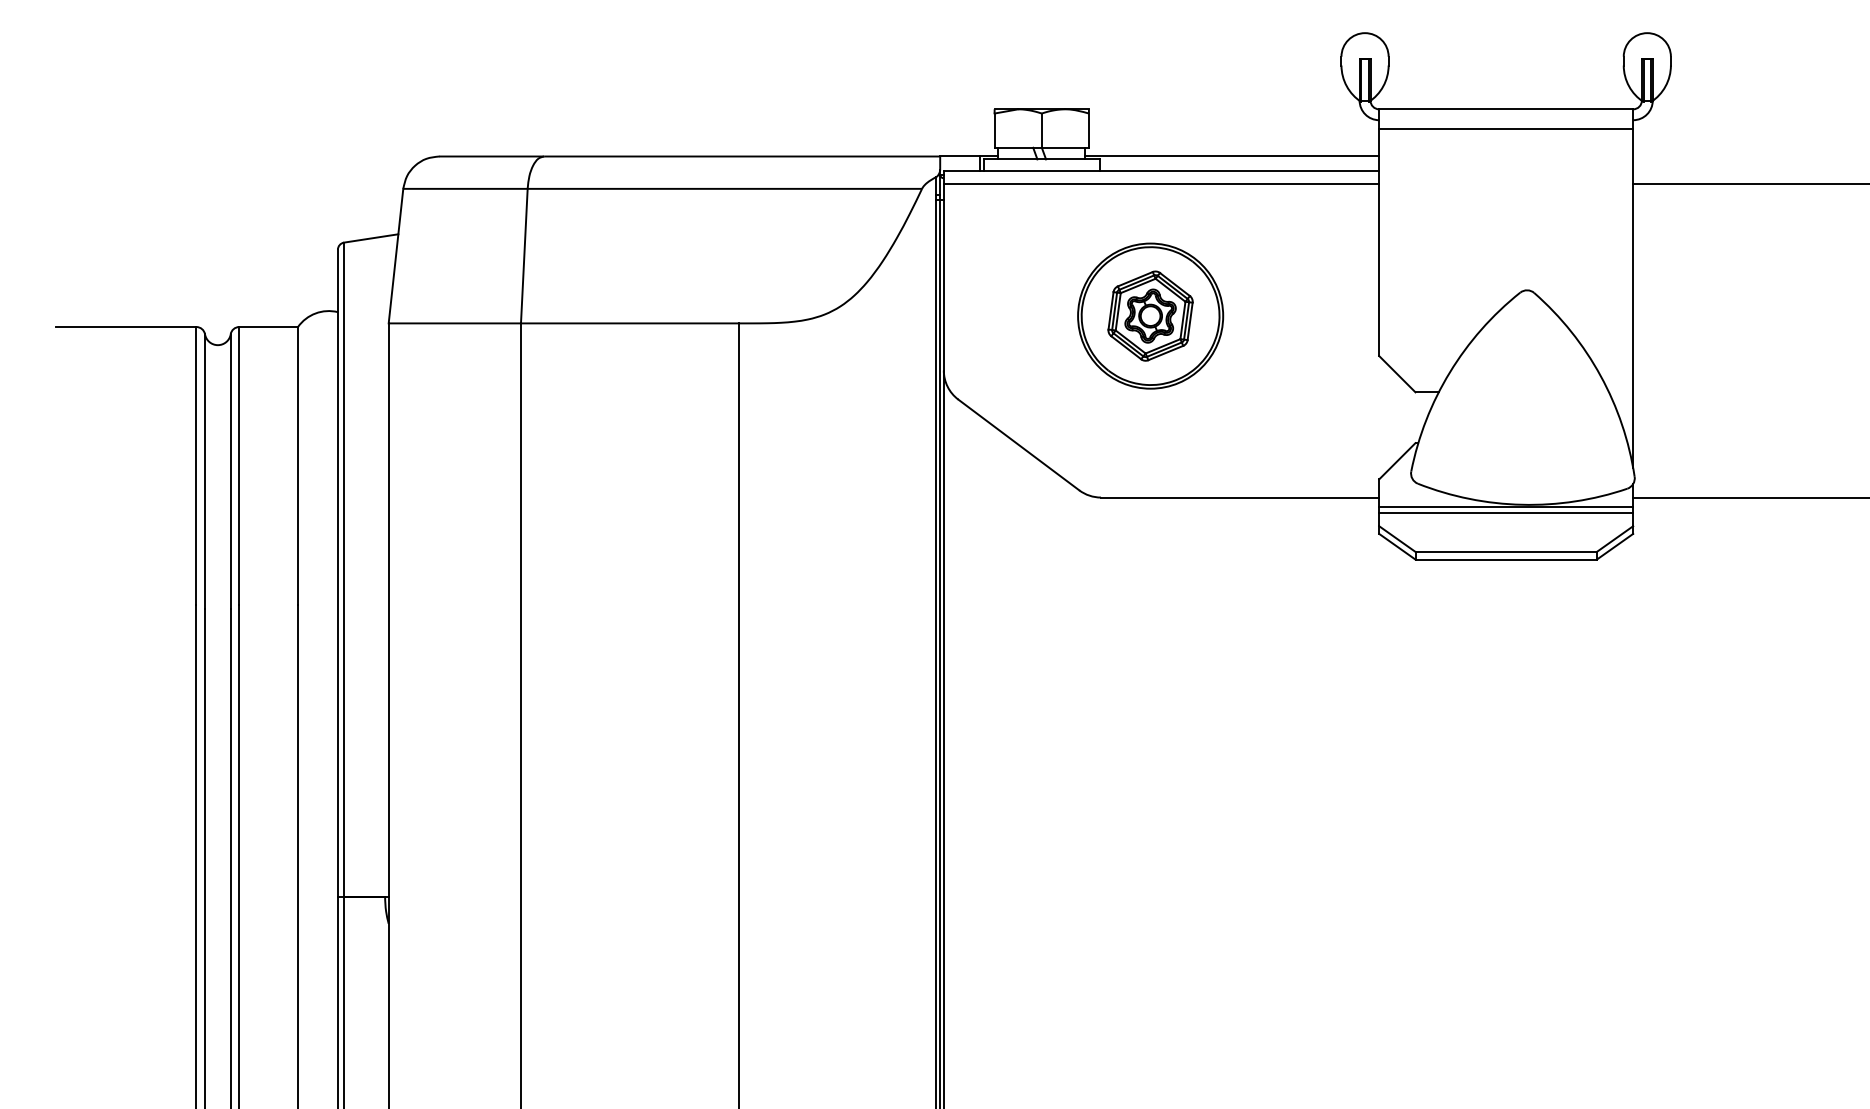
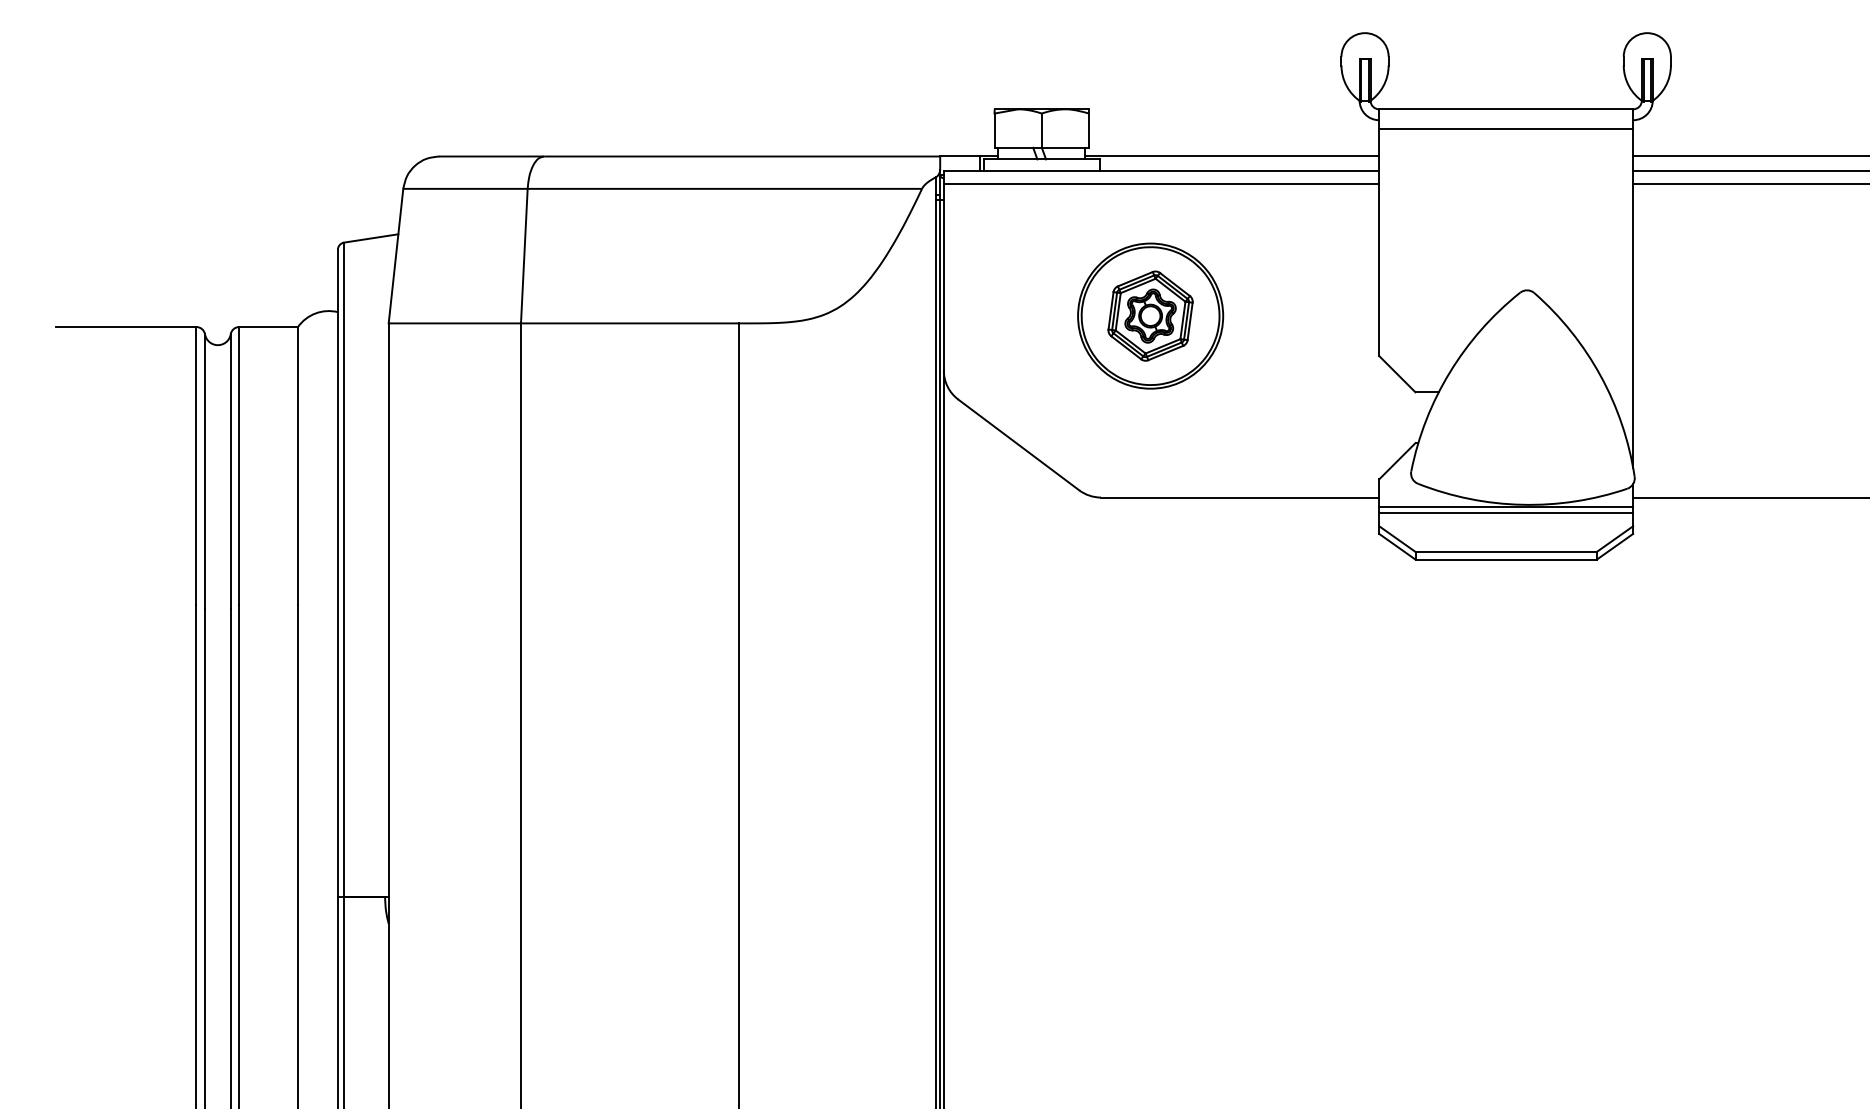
line at (1749, 156): none -> present
line at (1749, 171): none -> present
